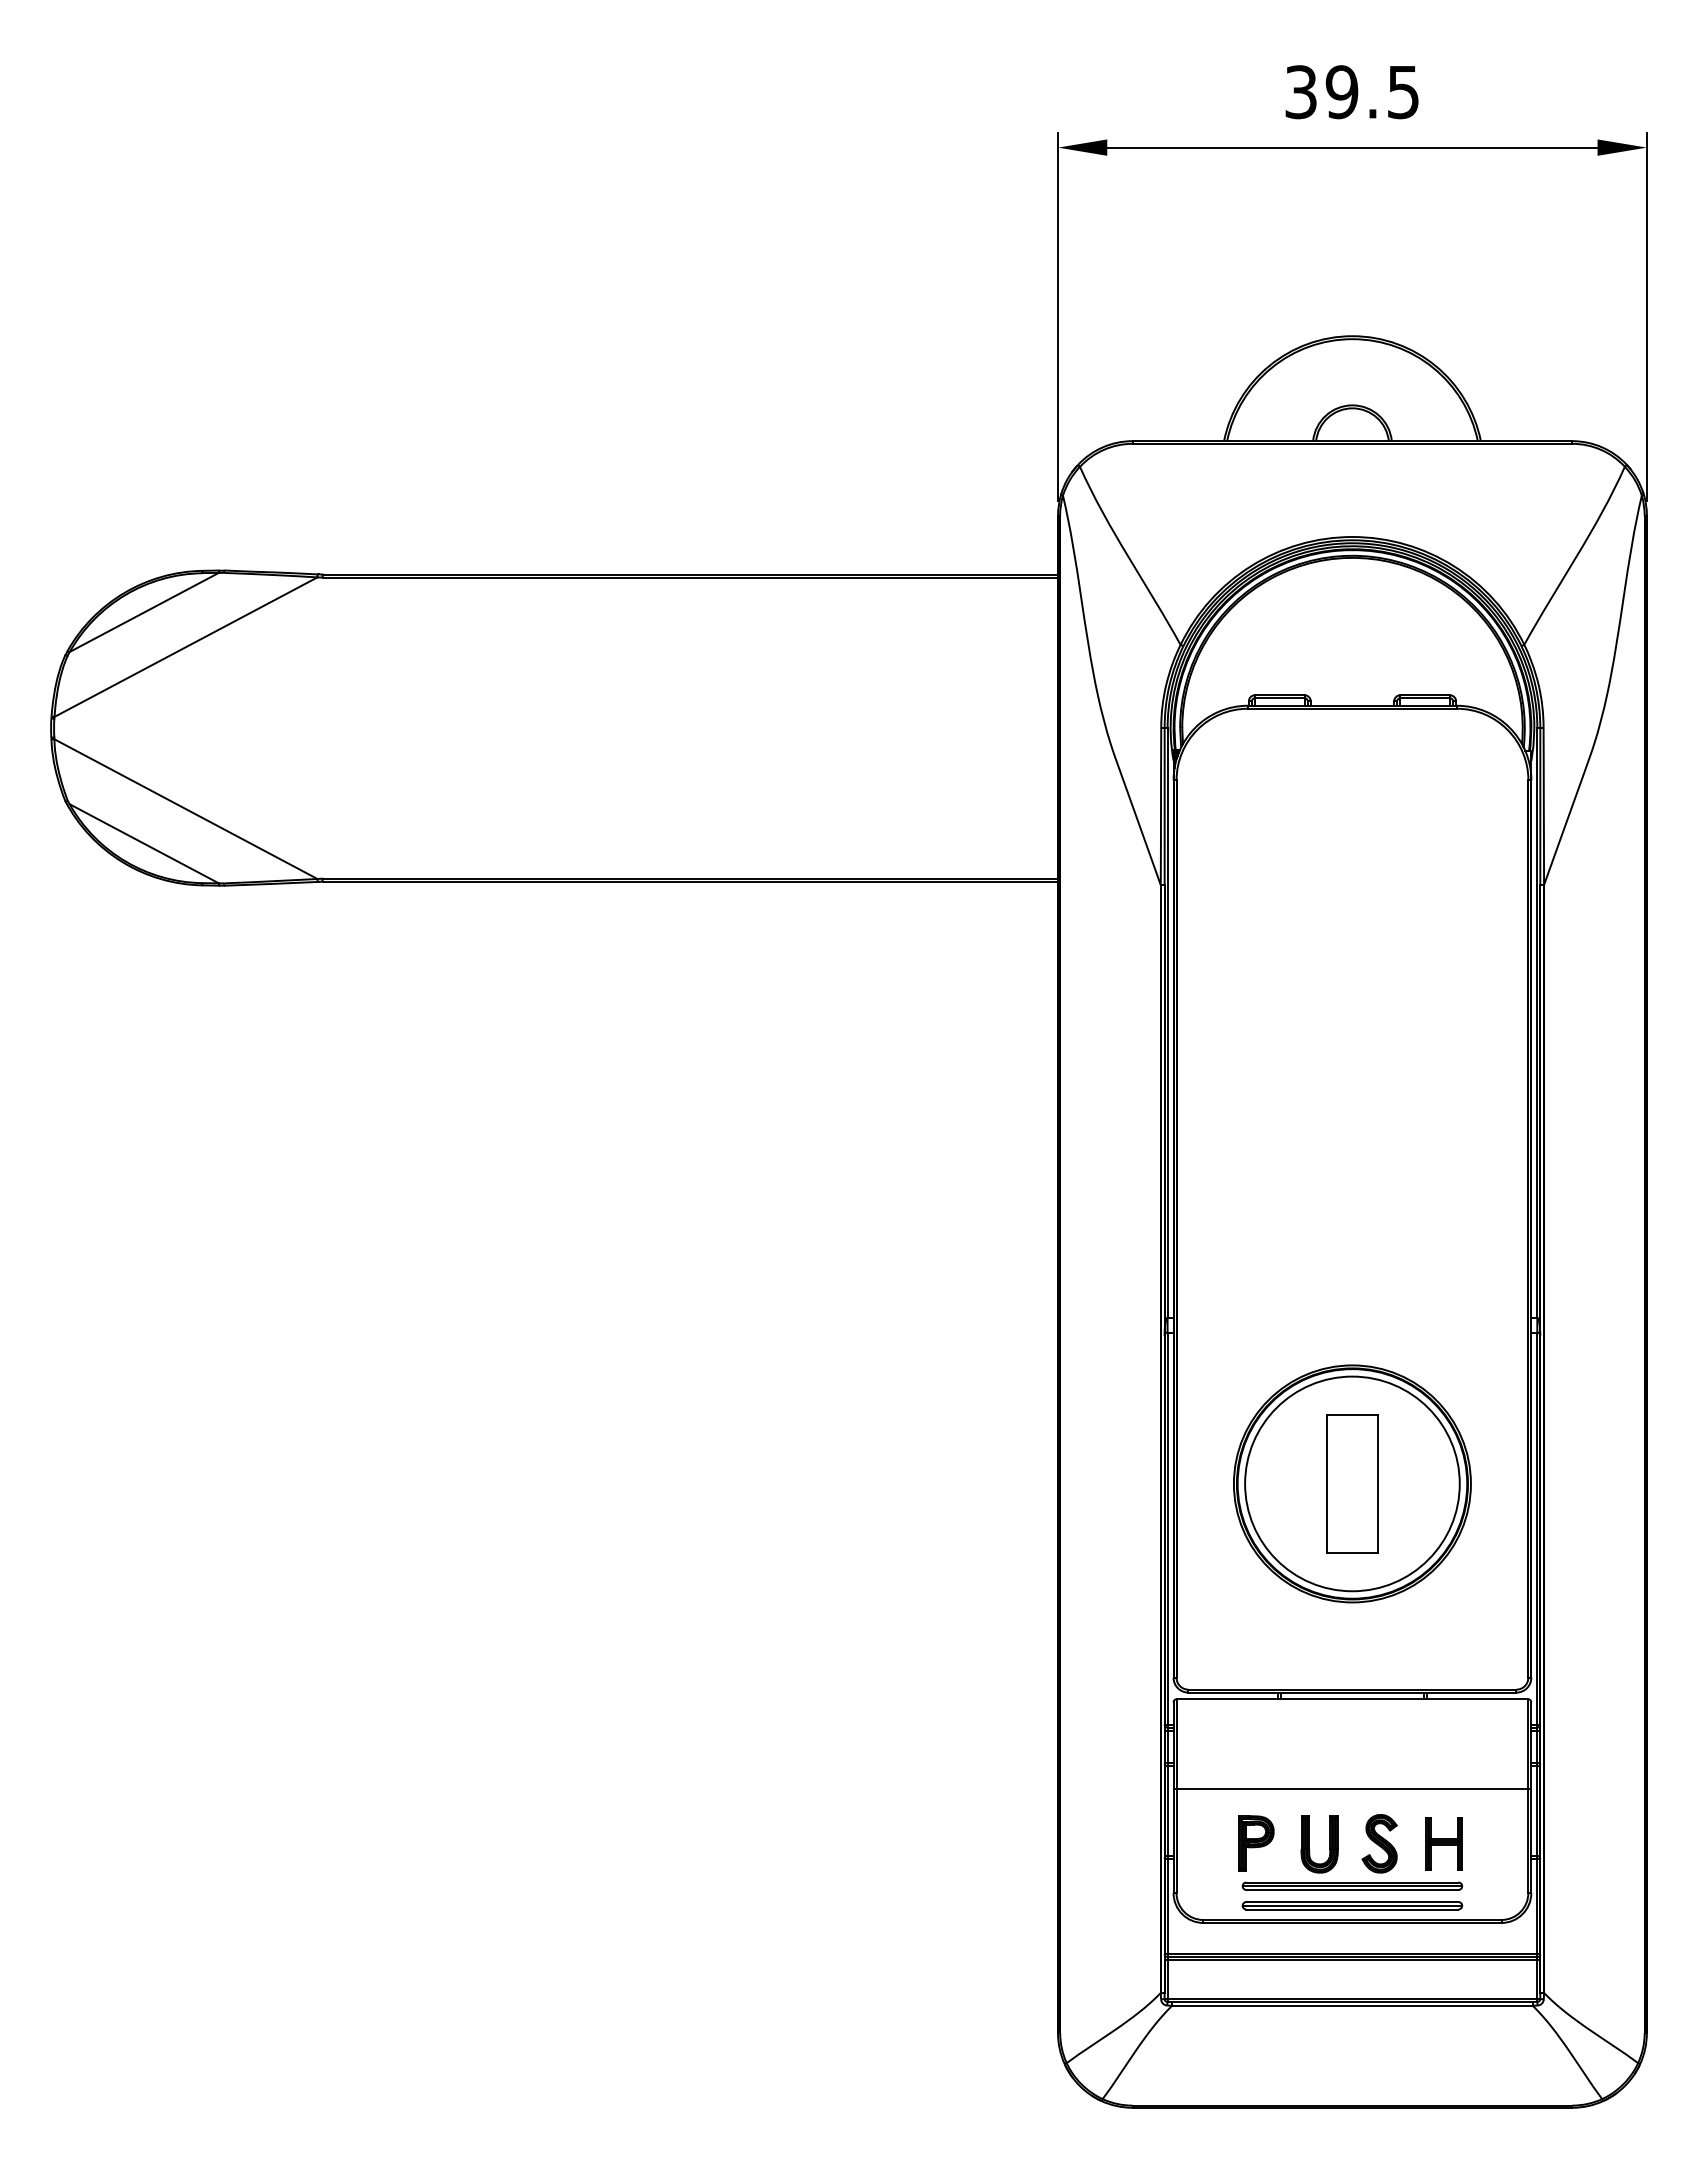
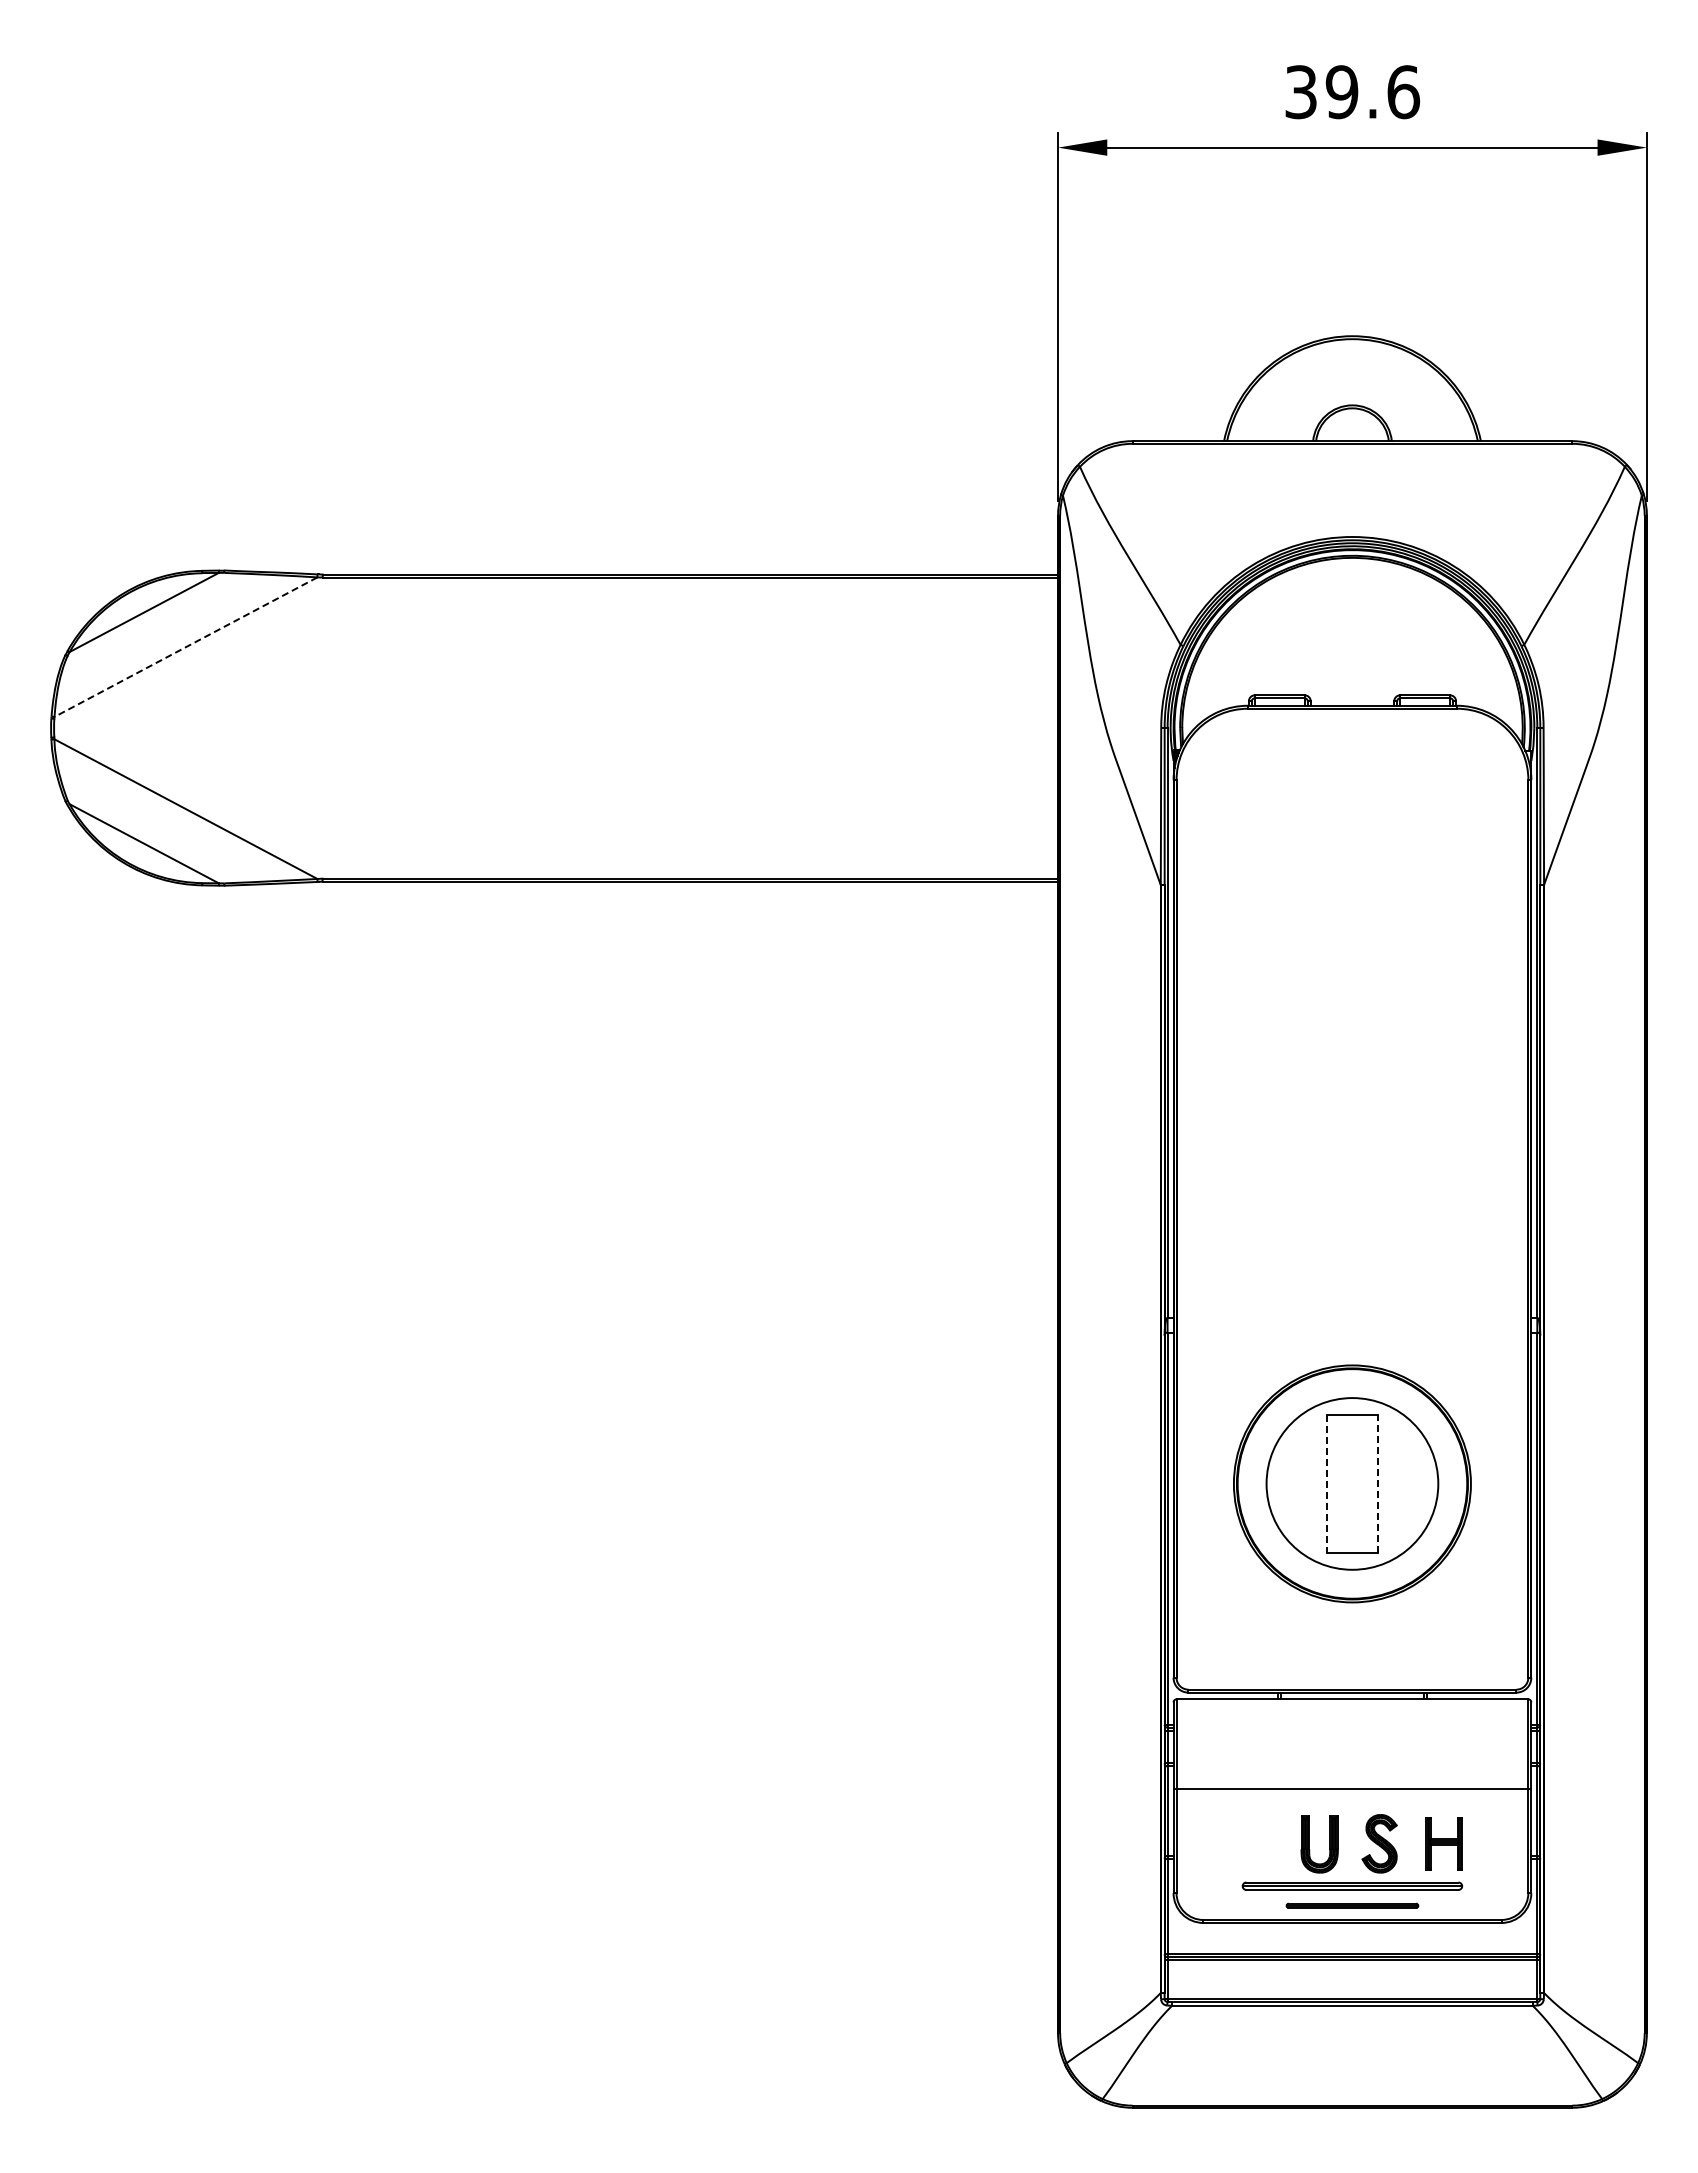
text at (1403, 92): 39.5 -> 39.6
line at (185, 647): solid -> dashed
circle at (1352, 1483) diameter: 215 px -> 172 px
line at (1377, 1483): solid -> dashed
line at (1327, 1484): solid -> dashed
part at (1256, 1843): present -> none
part at (1352, 1905) size: 223x10 px -> 135x7 px
